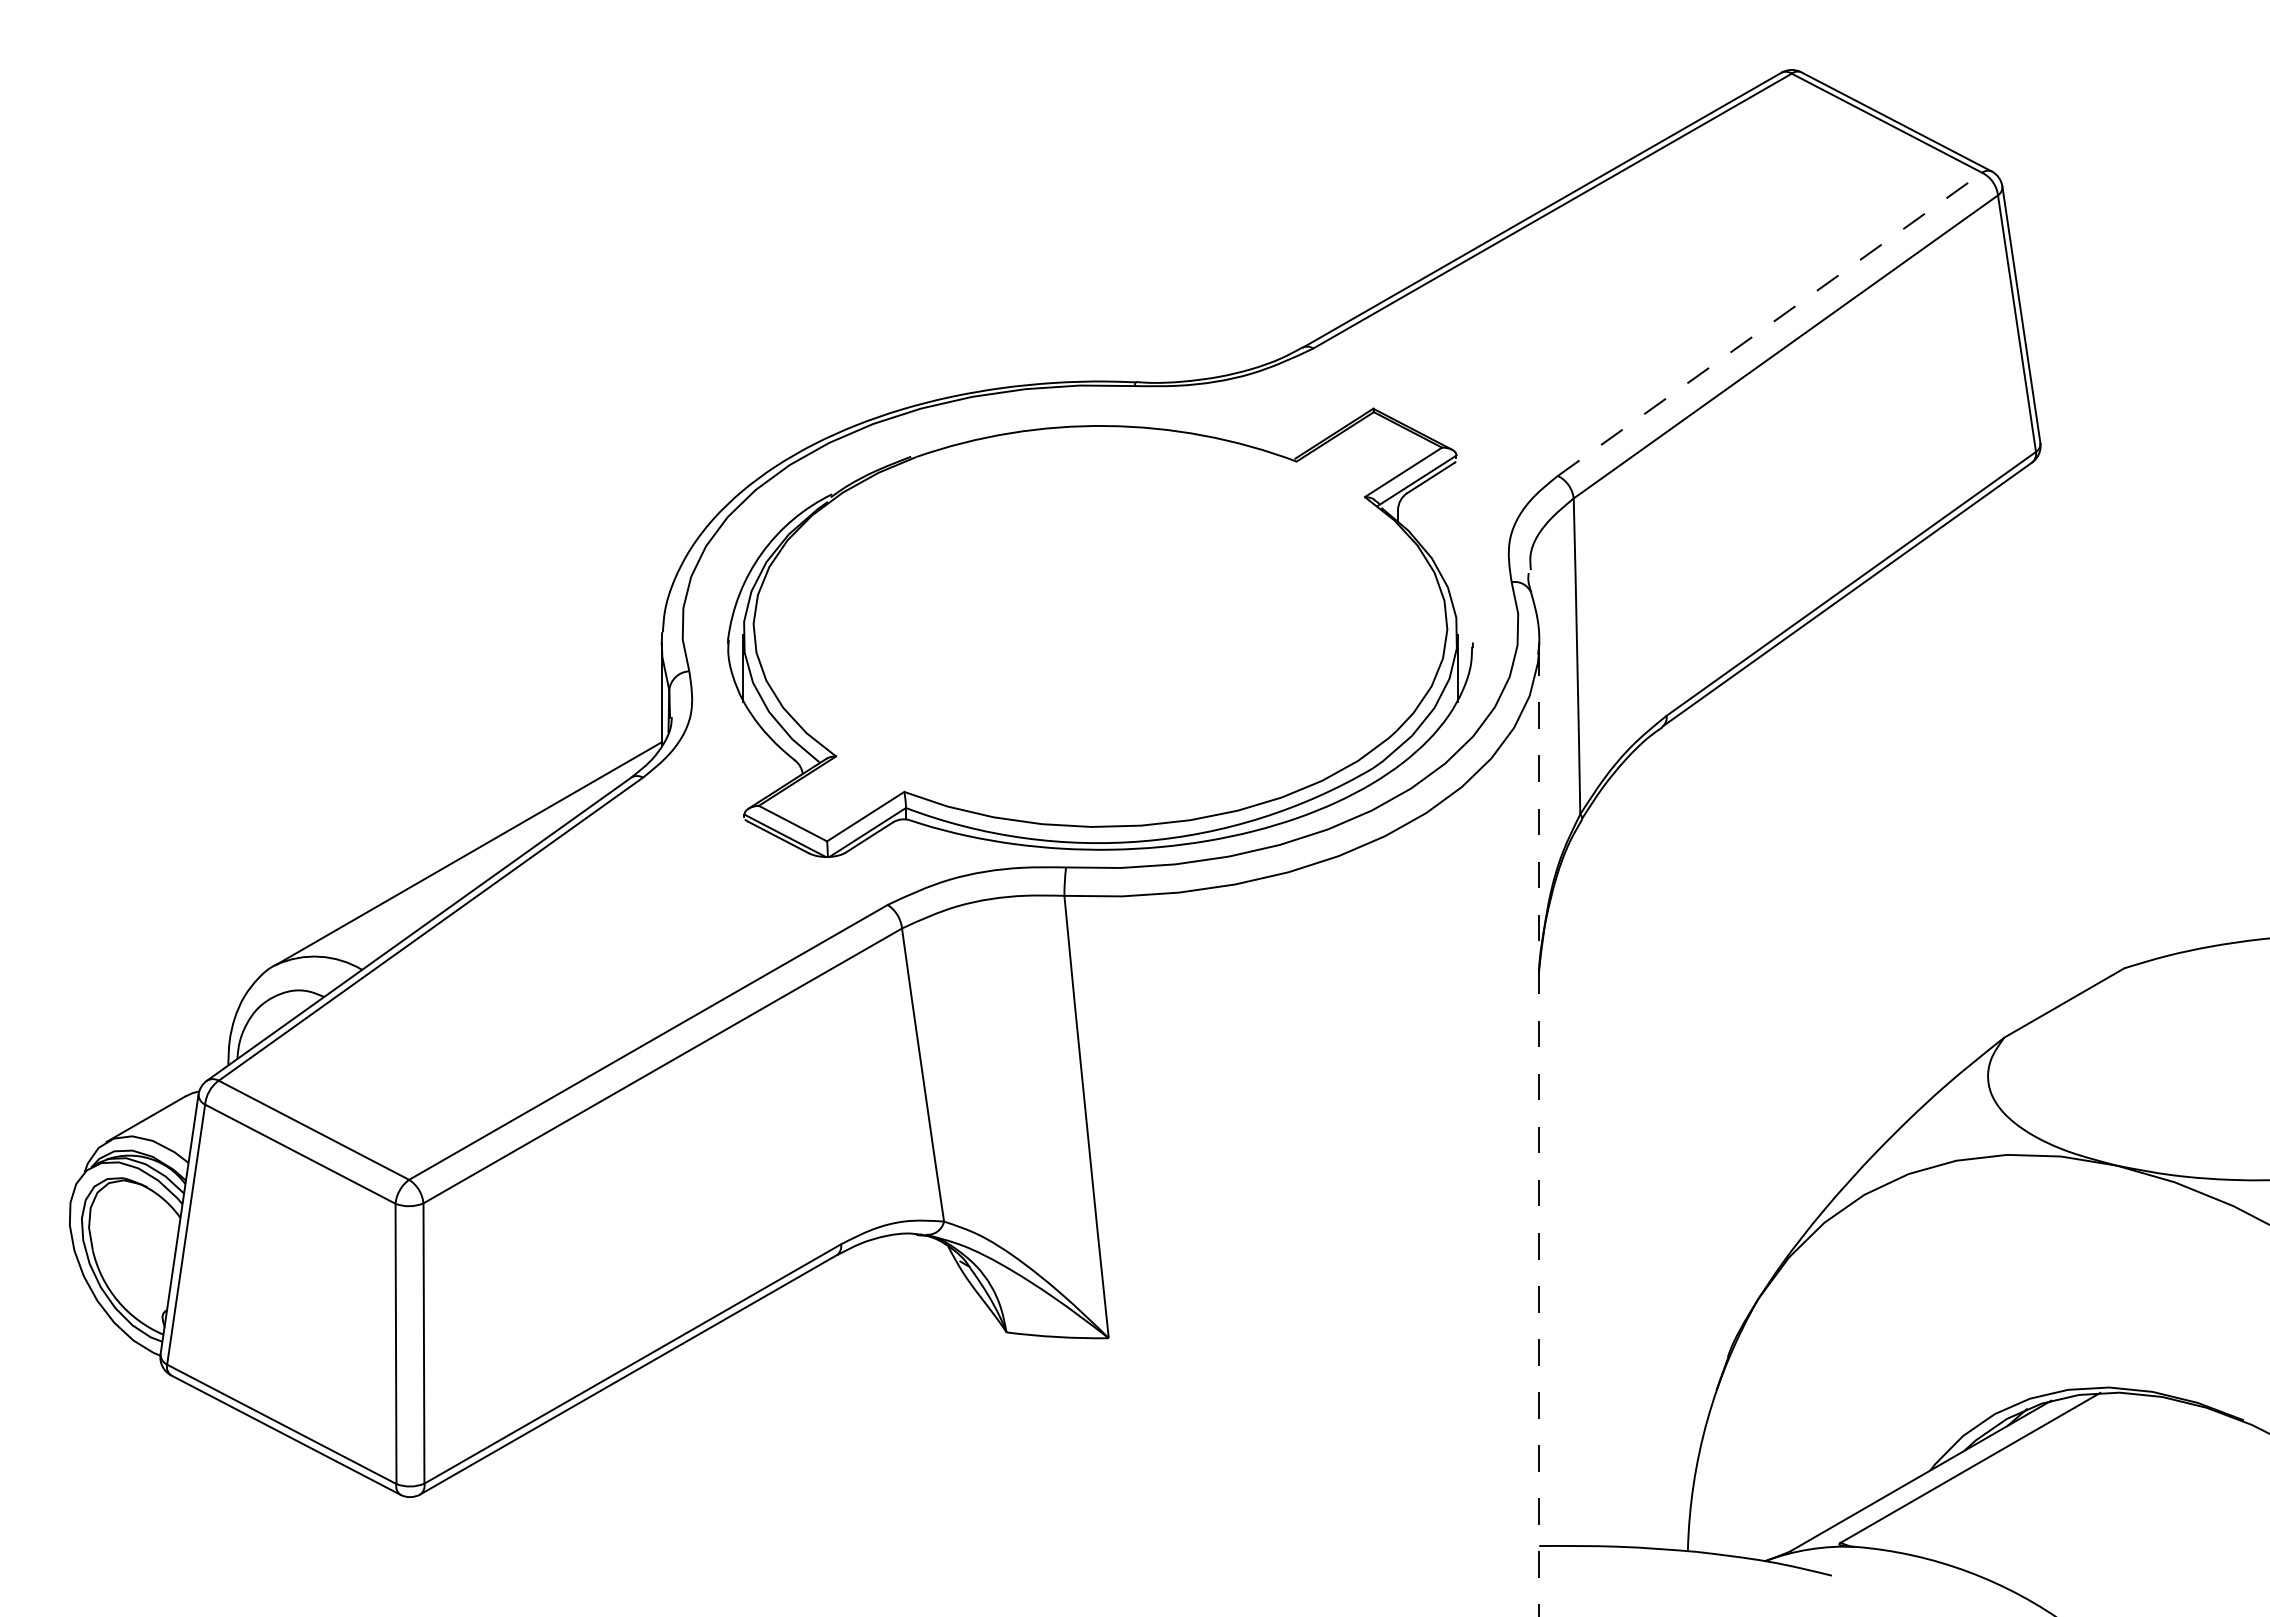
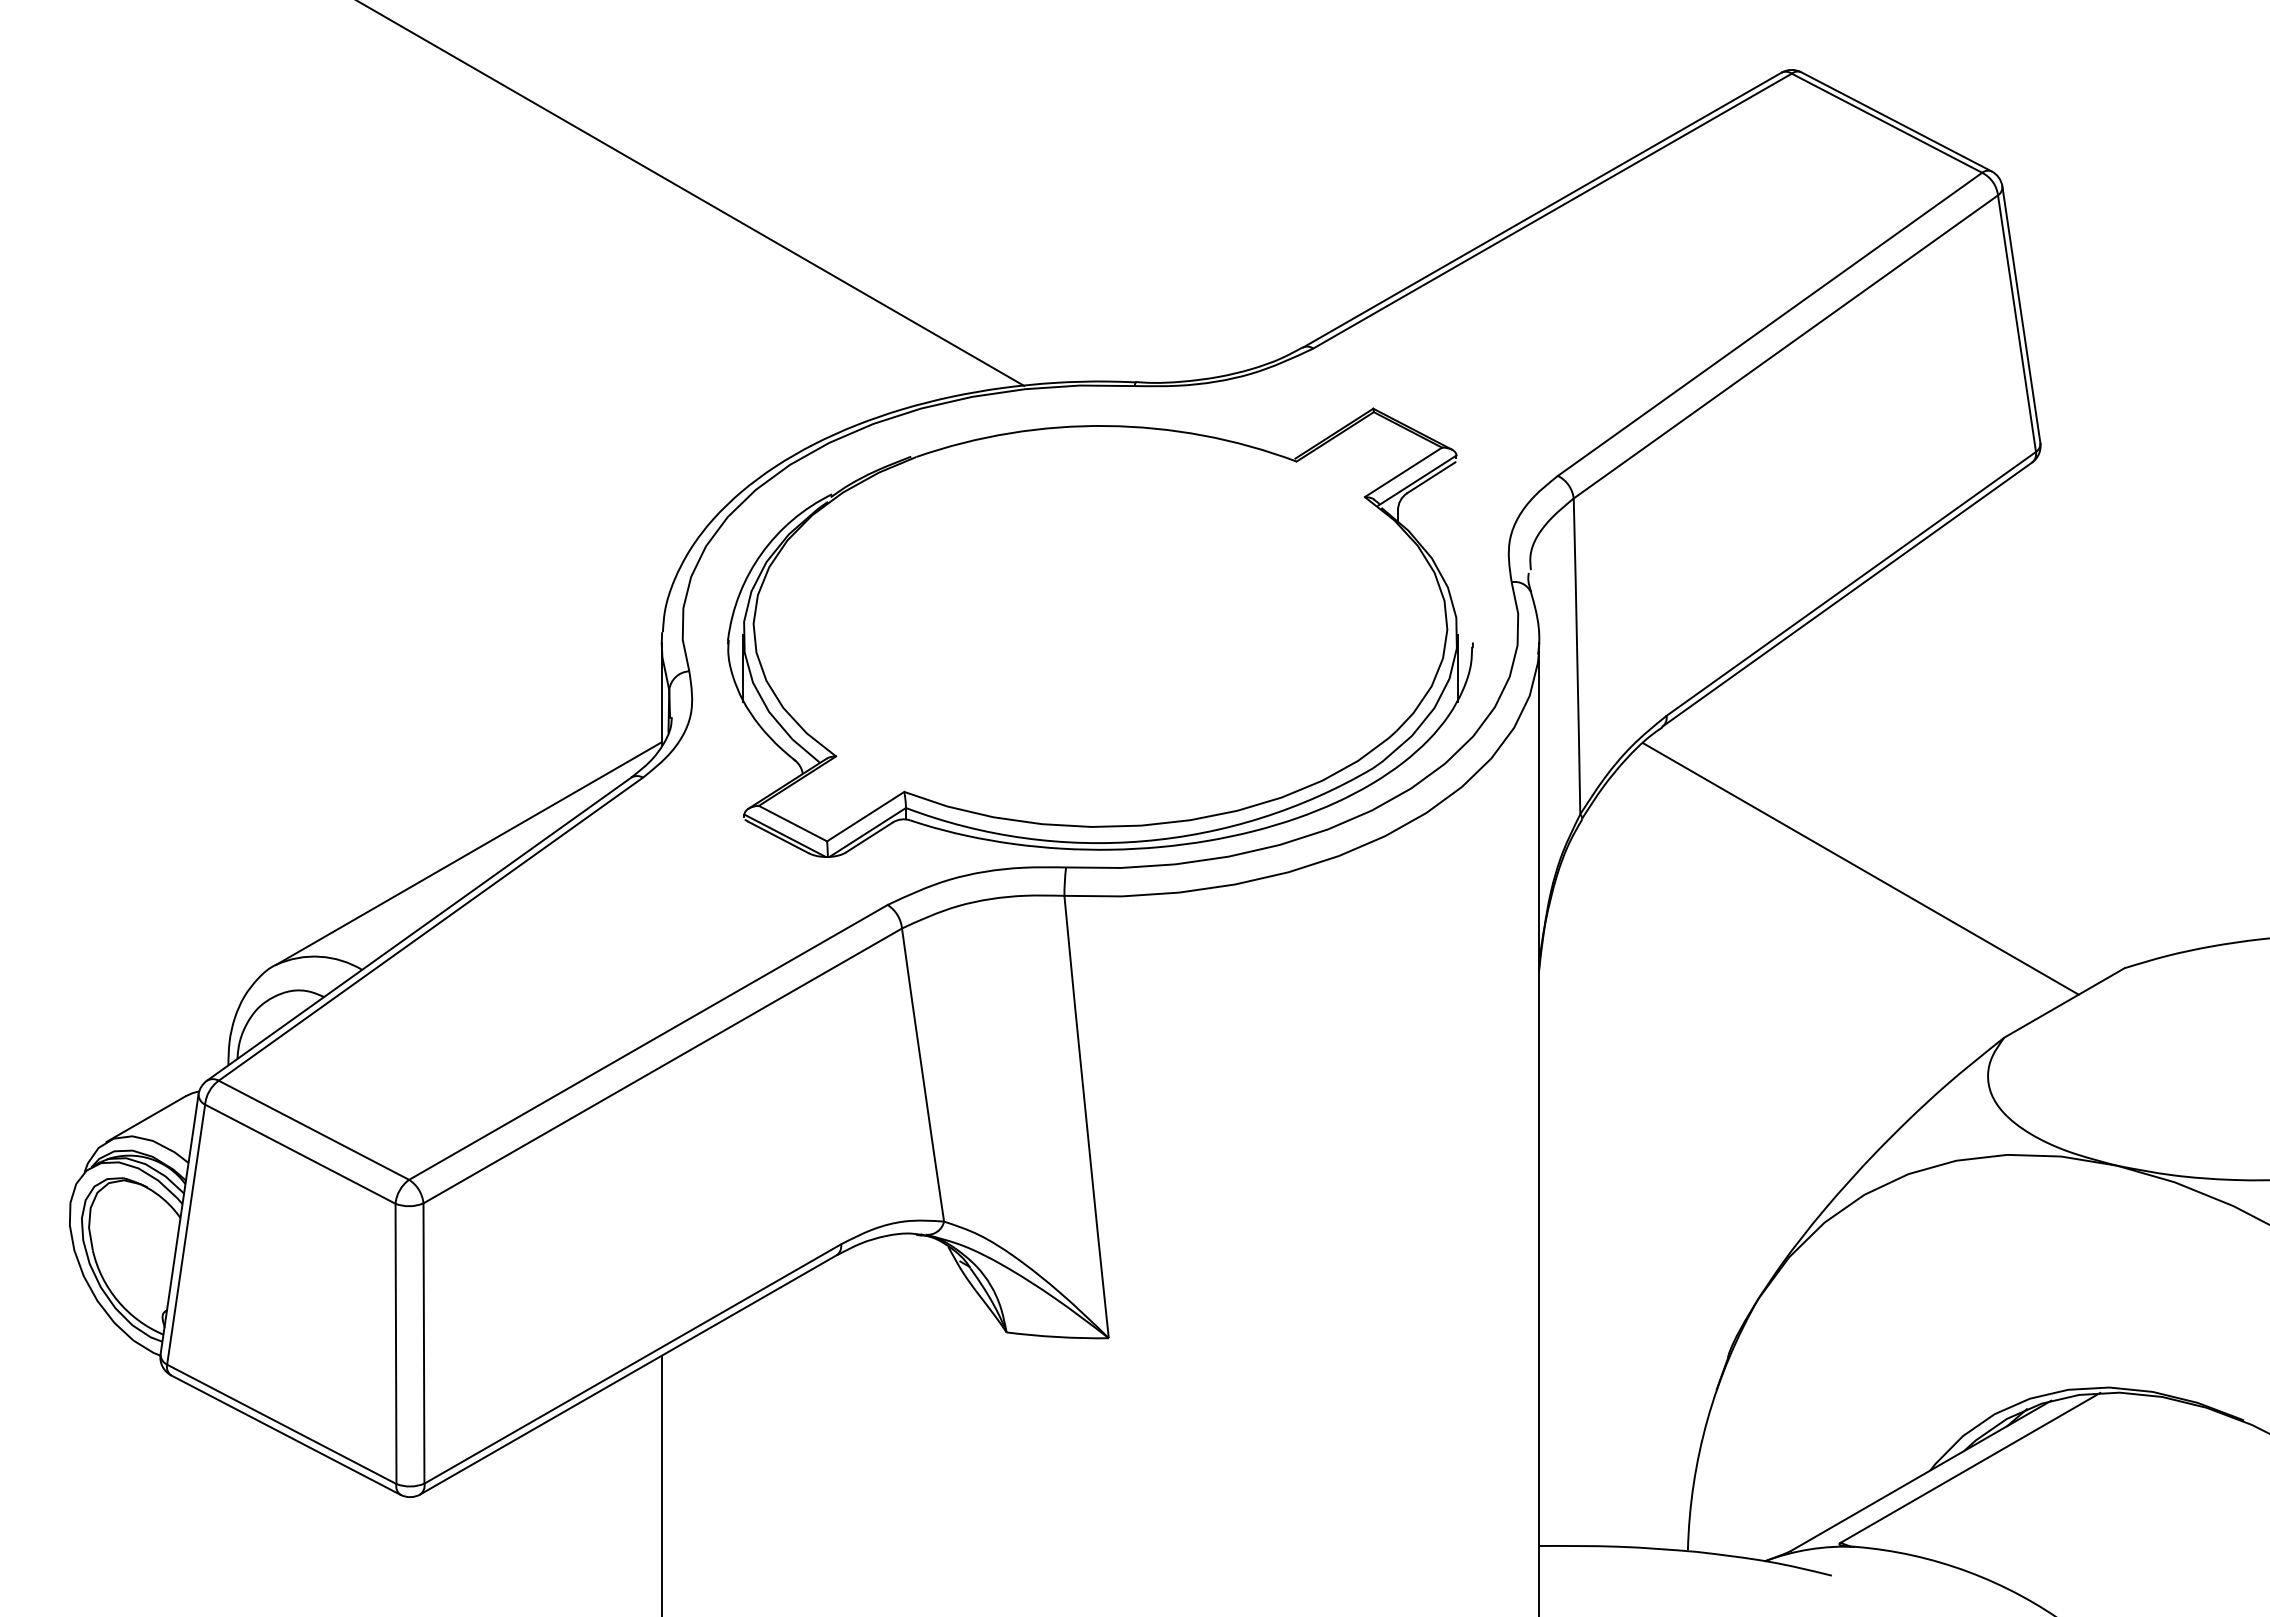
line at (691, 193): none -> present
line at (1770, 324): dashed -> solid
line at (1860, 868): none -> present
line at (1539, 1129): dashed -> solid
line at (661, 1484): none -> present
